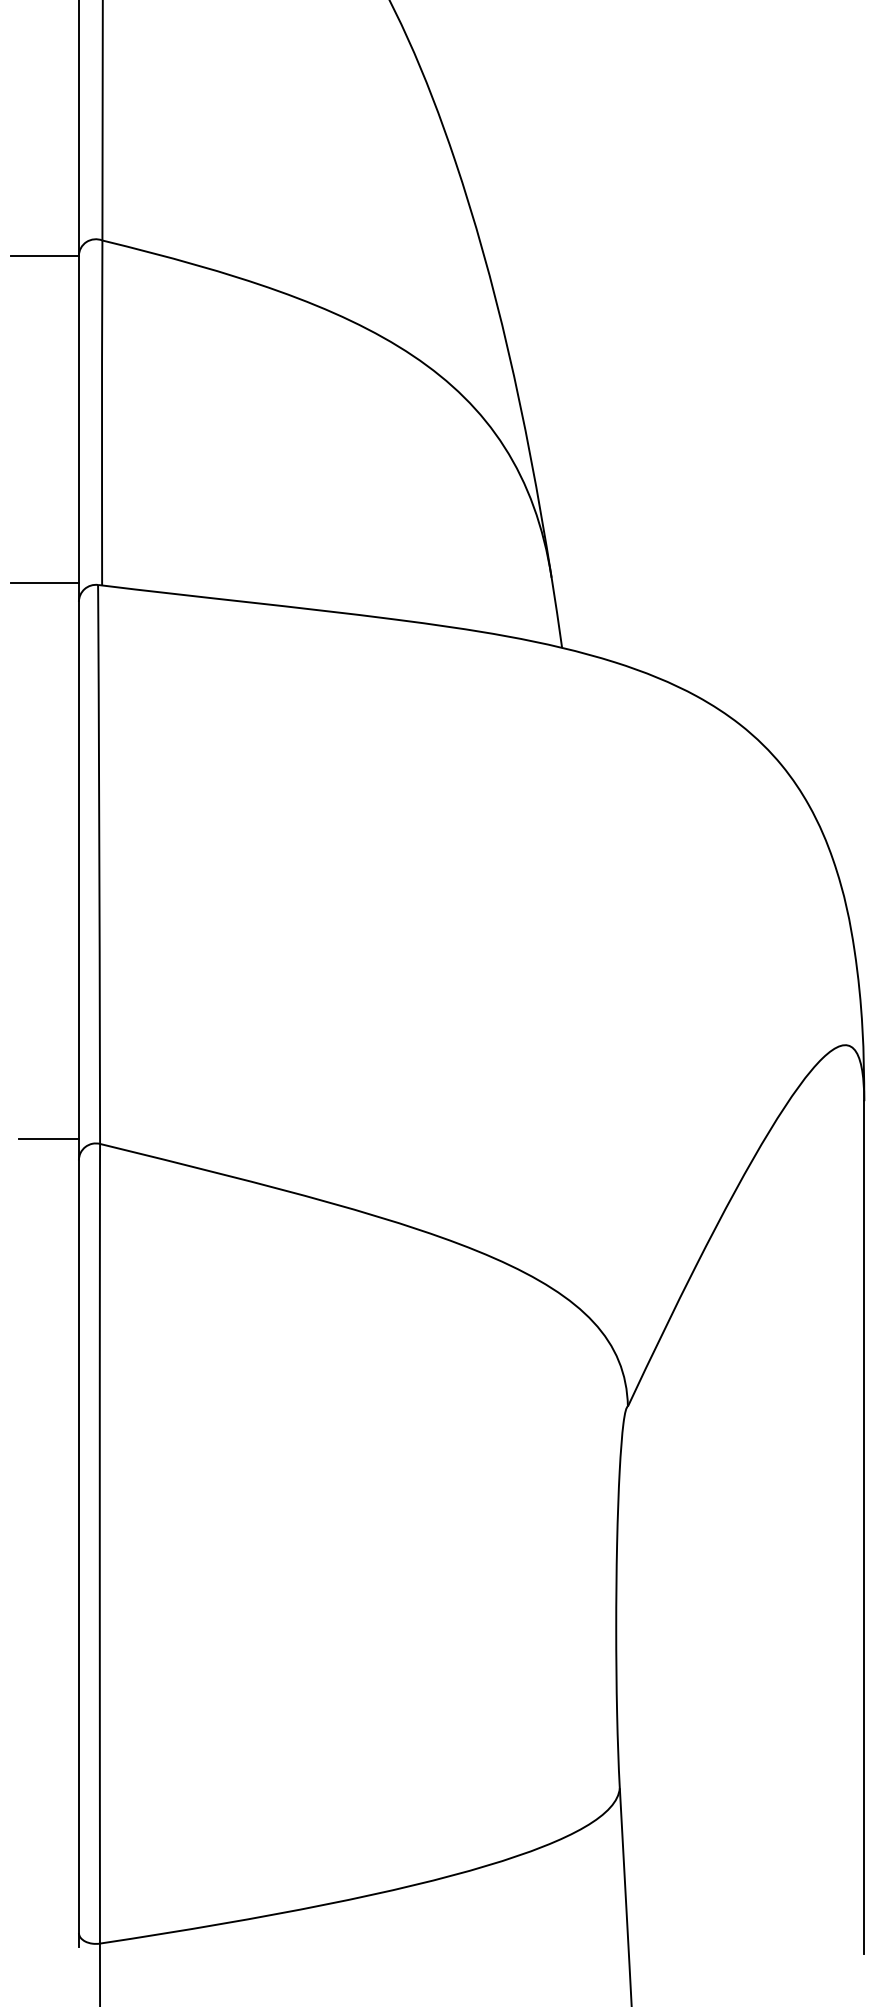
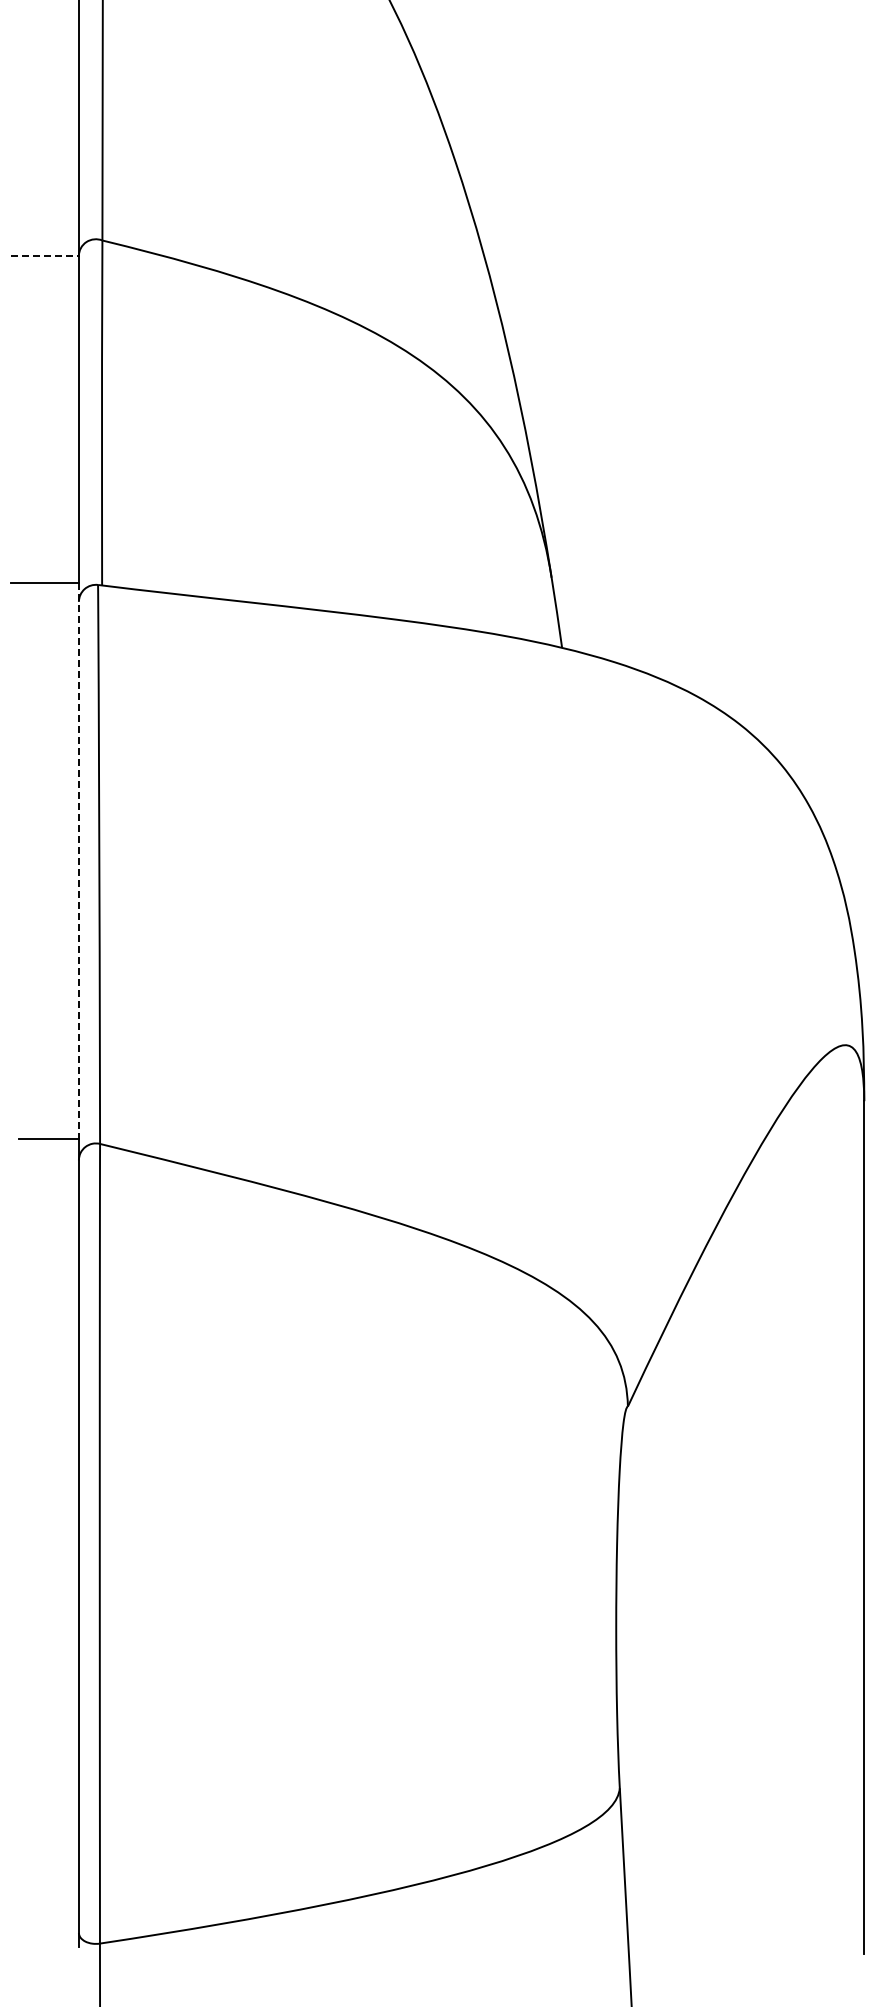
line at (45, 256): solid -> dashed
line at (78, 860): solid -> dashed
